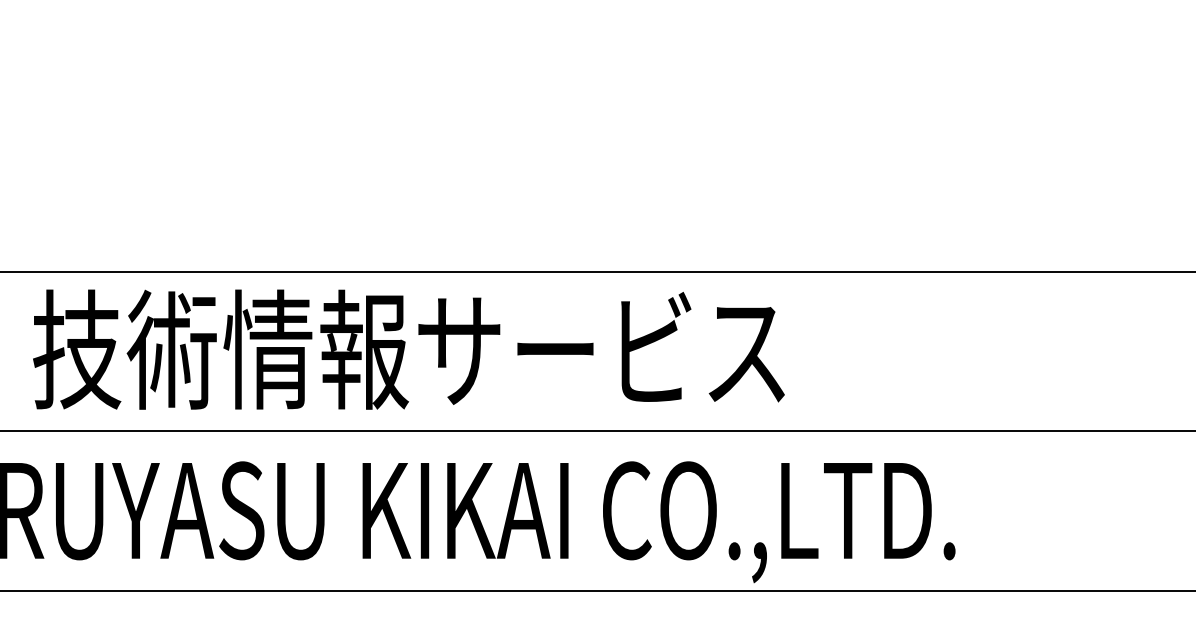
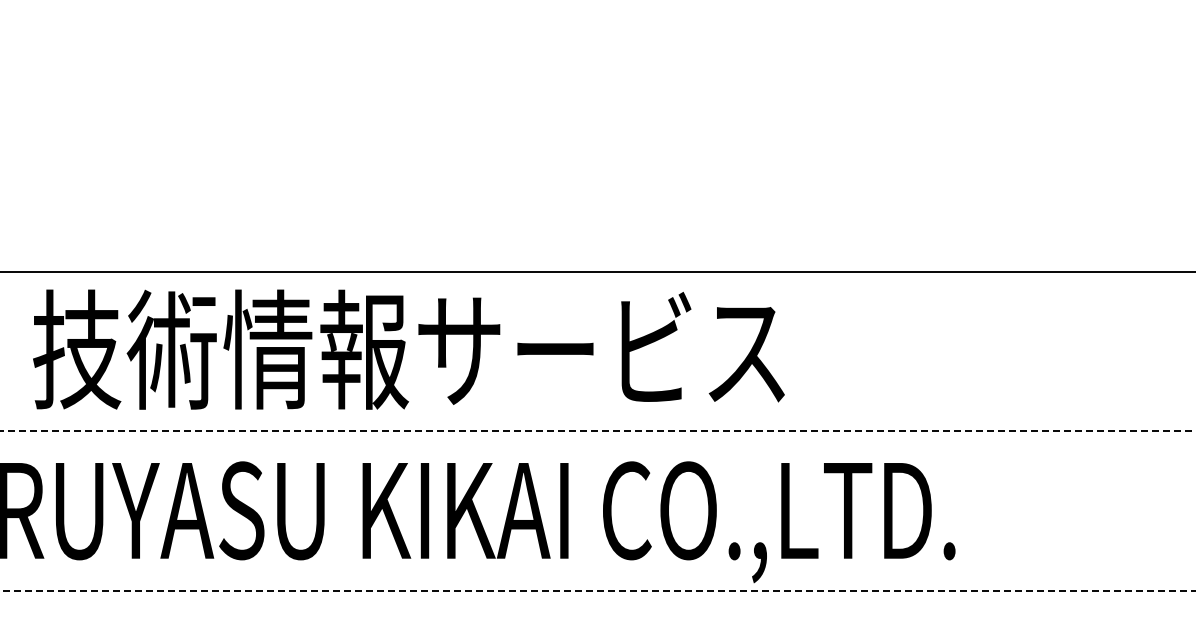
line at (597, 431): solid -> dashed
line at (597, 590): solid -> dashed
